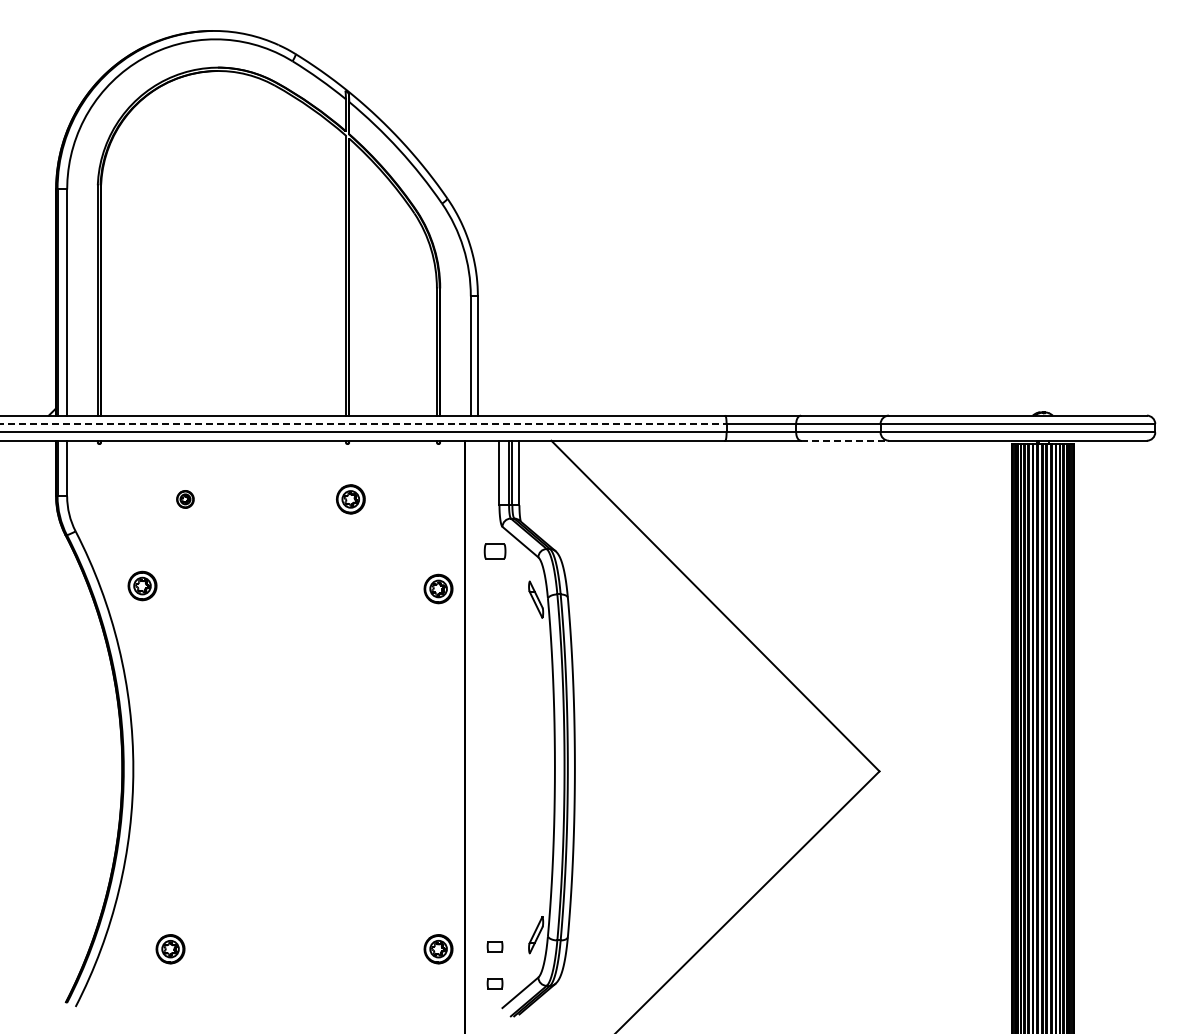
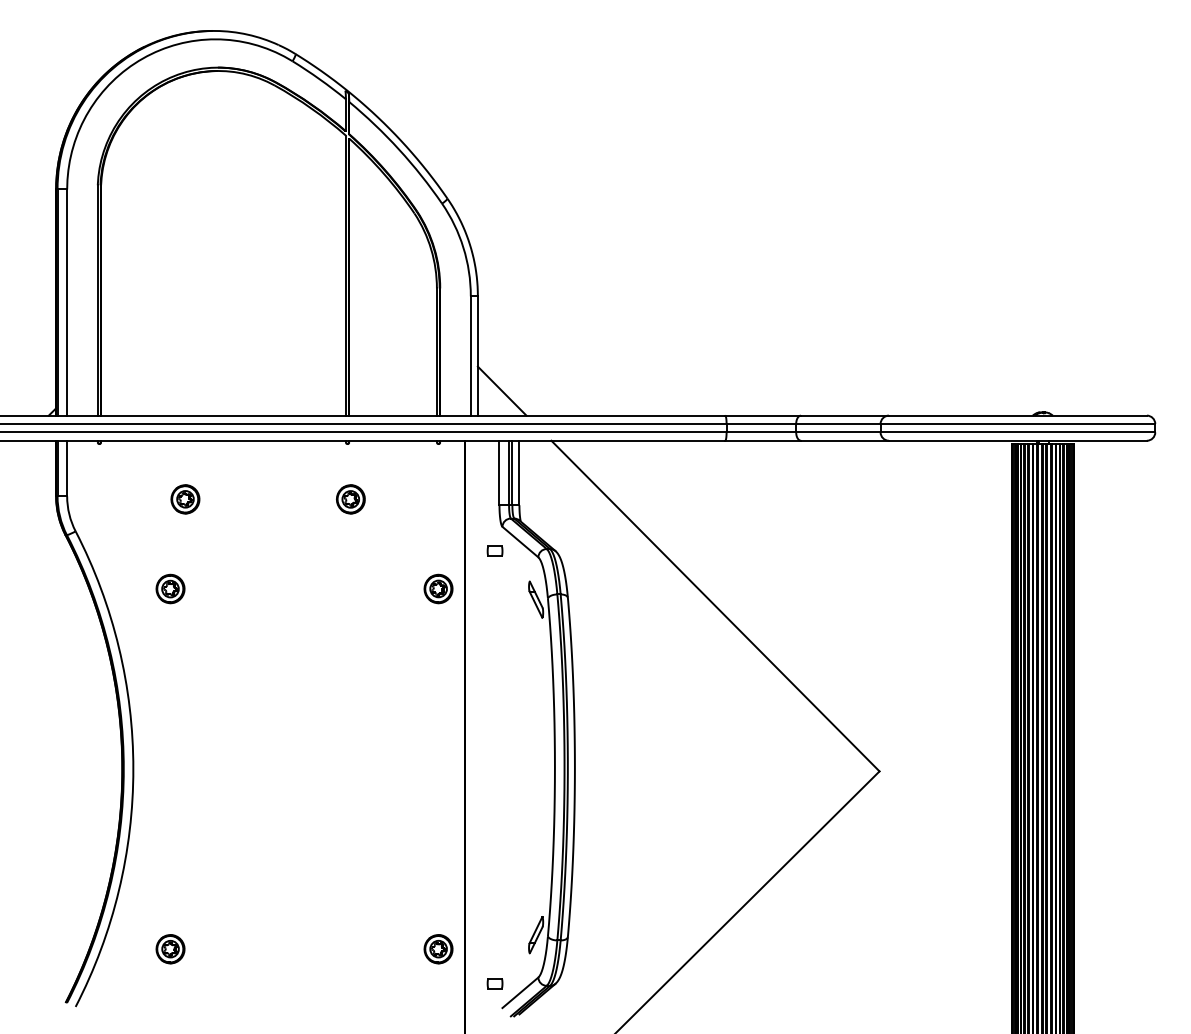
line at (501, 390): none -> present
line at (363, 424): dashed -> solid
line at (845, 440): dashed -> solid
part at (185, 499) size: 19x19 px -> 31x31 px
part at (494, 551) size: 24x17 px -> 18x12 px
part at (142, 585) position: (142, 585) -> (170, 588)
part at (494, 946): present -> none
